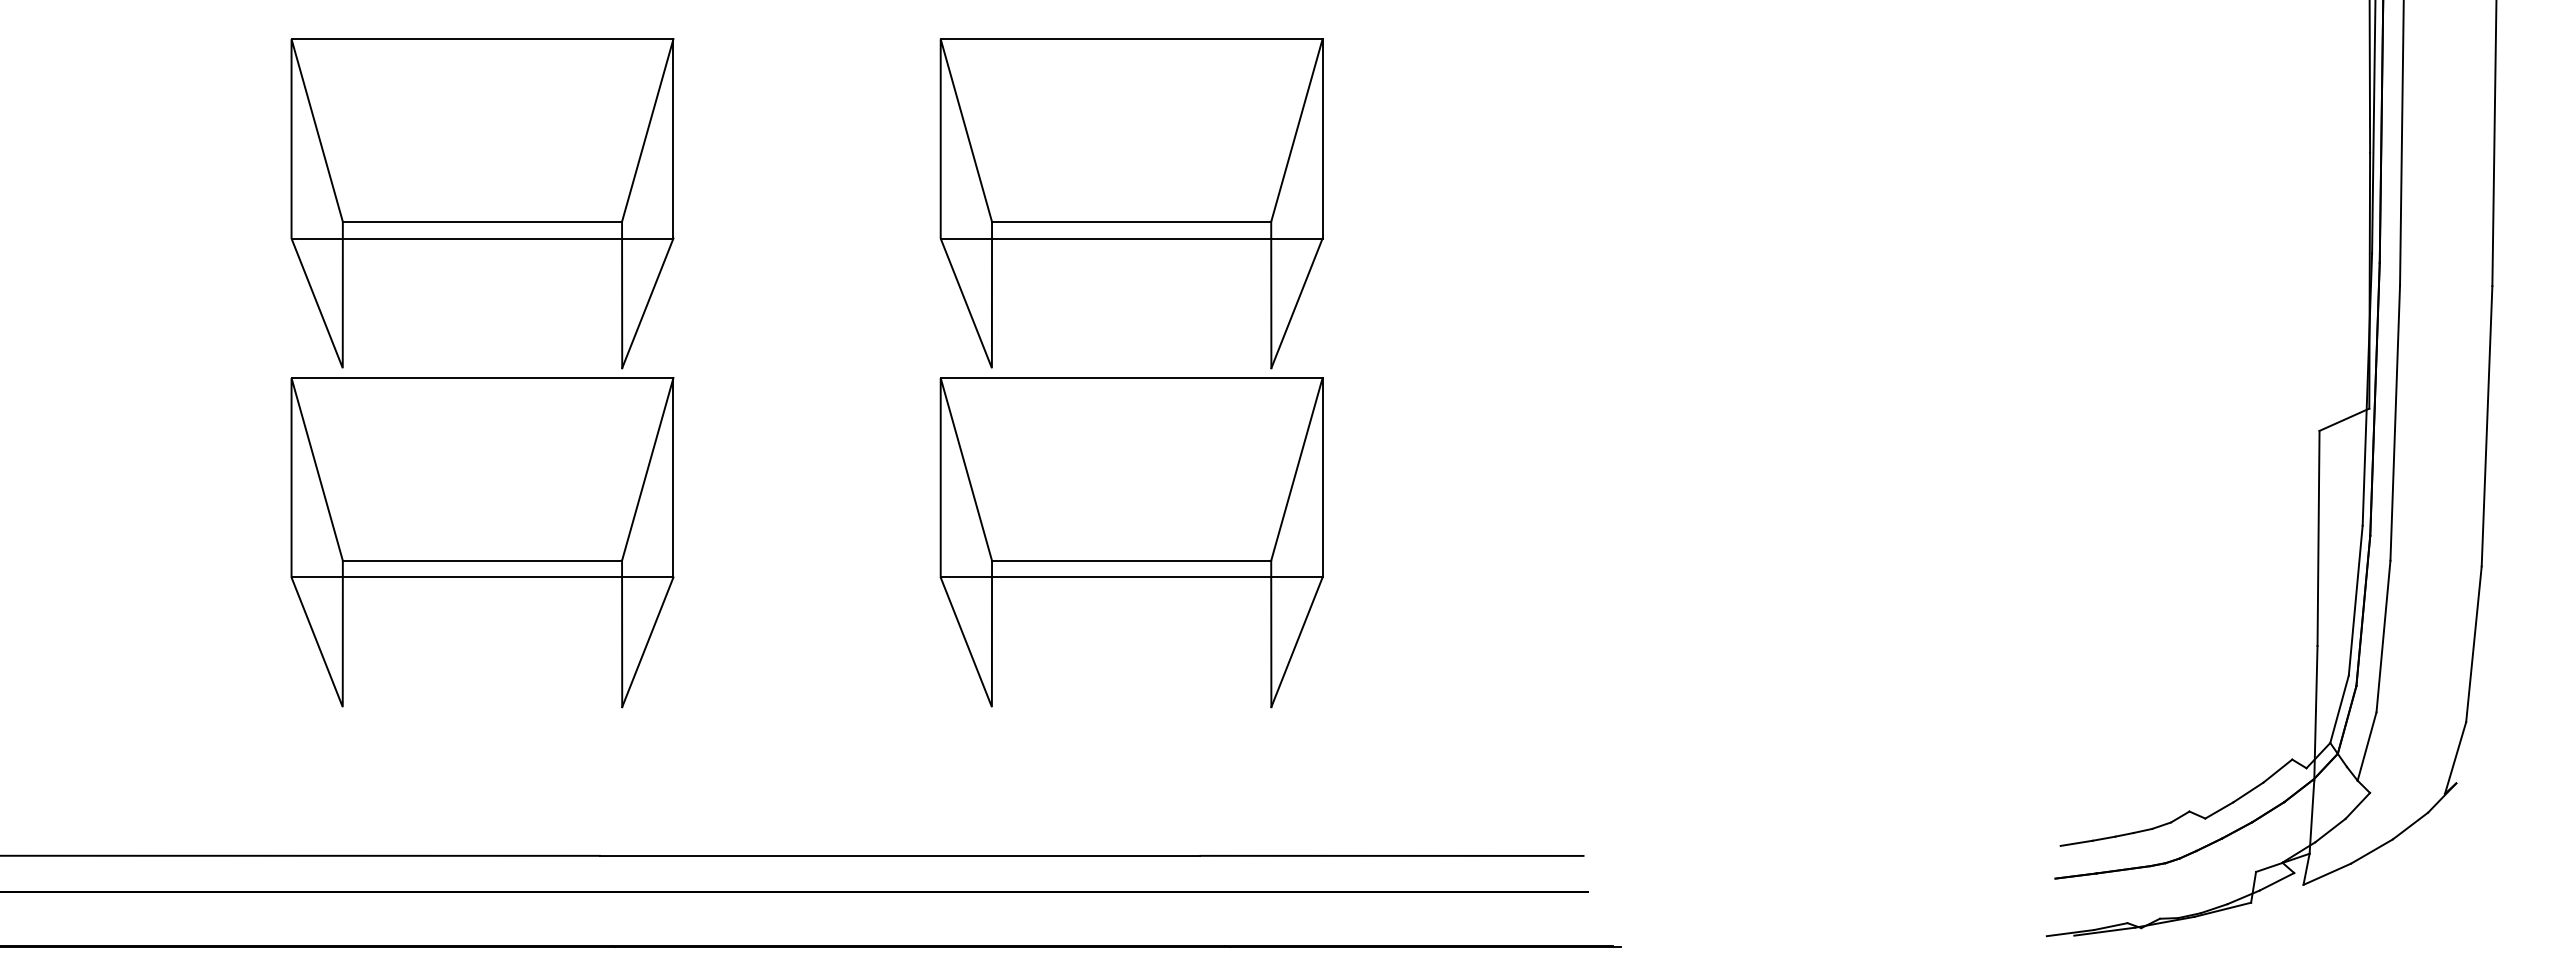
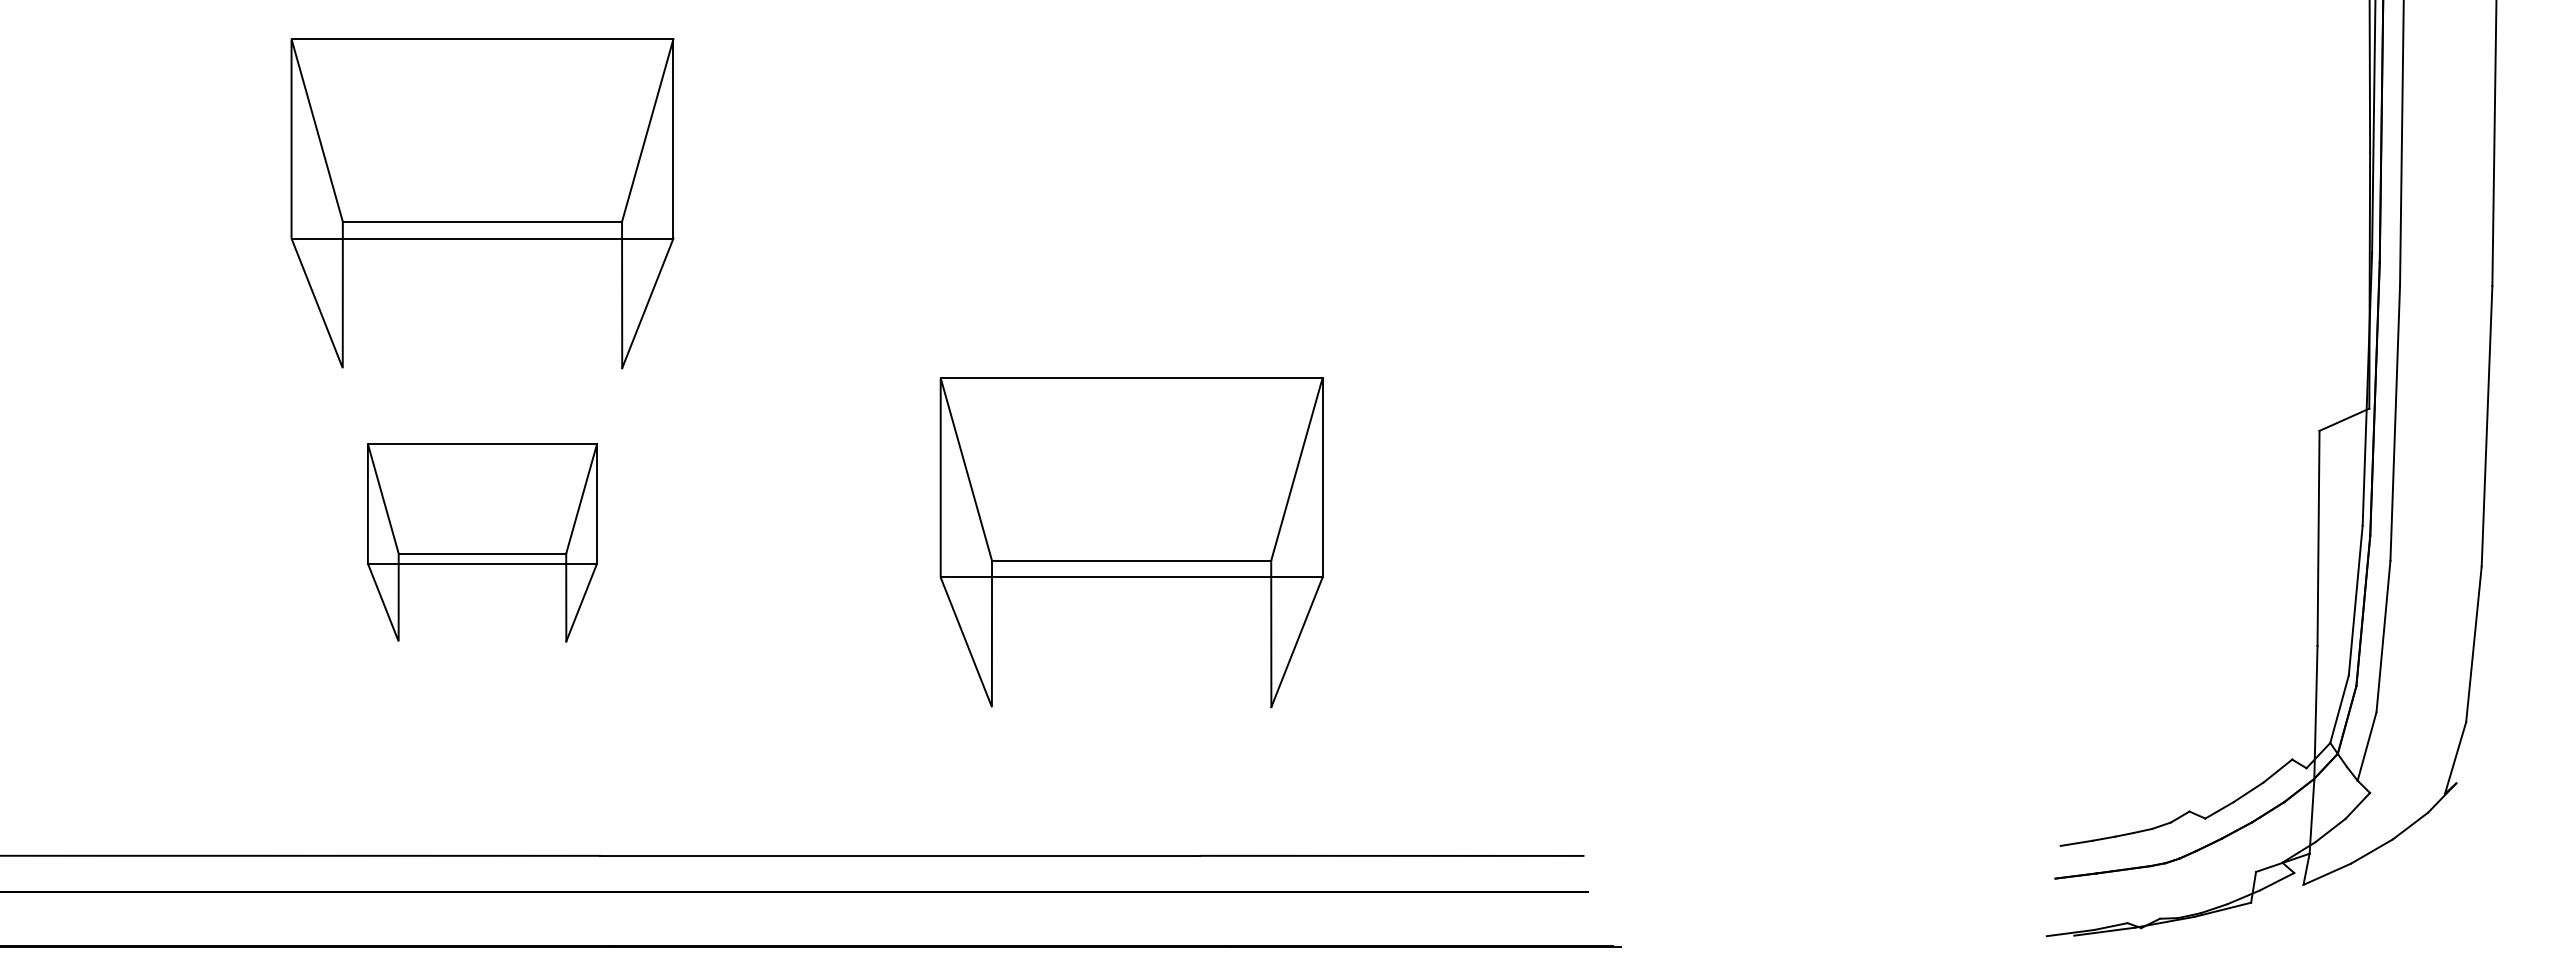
part at (1131, 203): present -> none
part at (482, 542) size: 385x332 px -> 232x200 px
